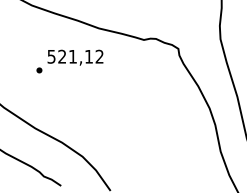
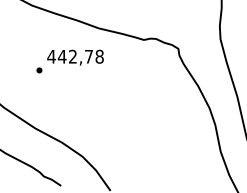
text at (75, 56): 521,12 -> 442,78
